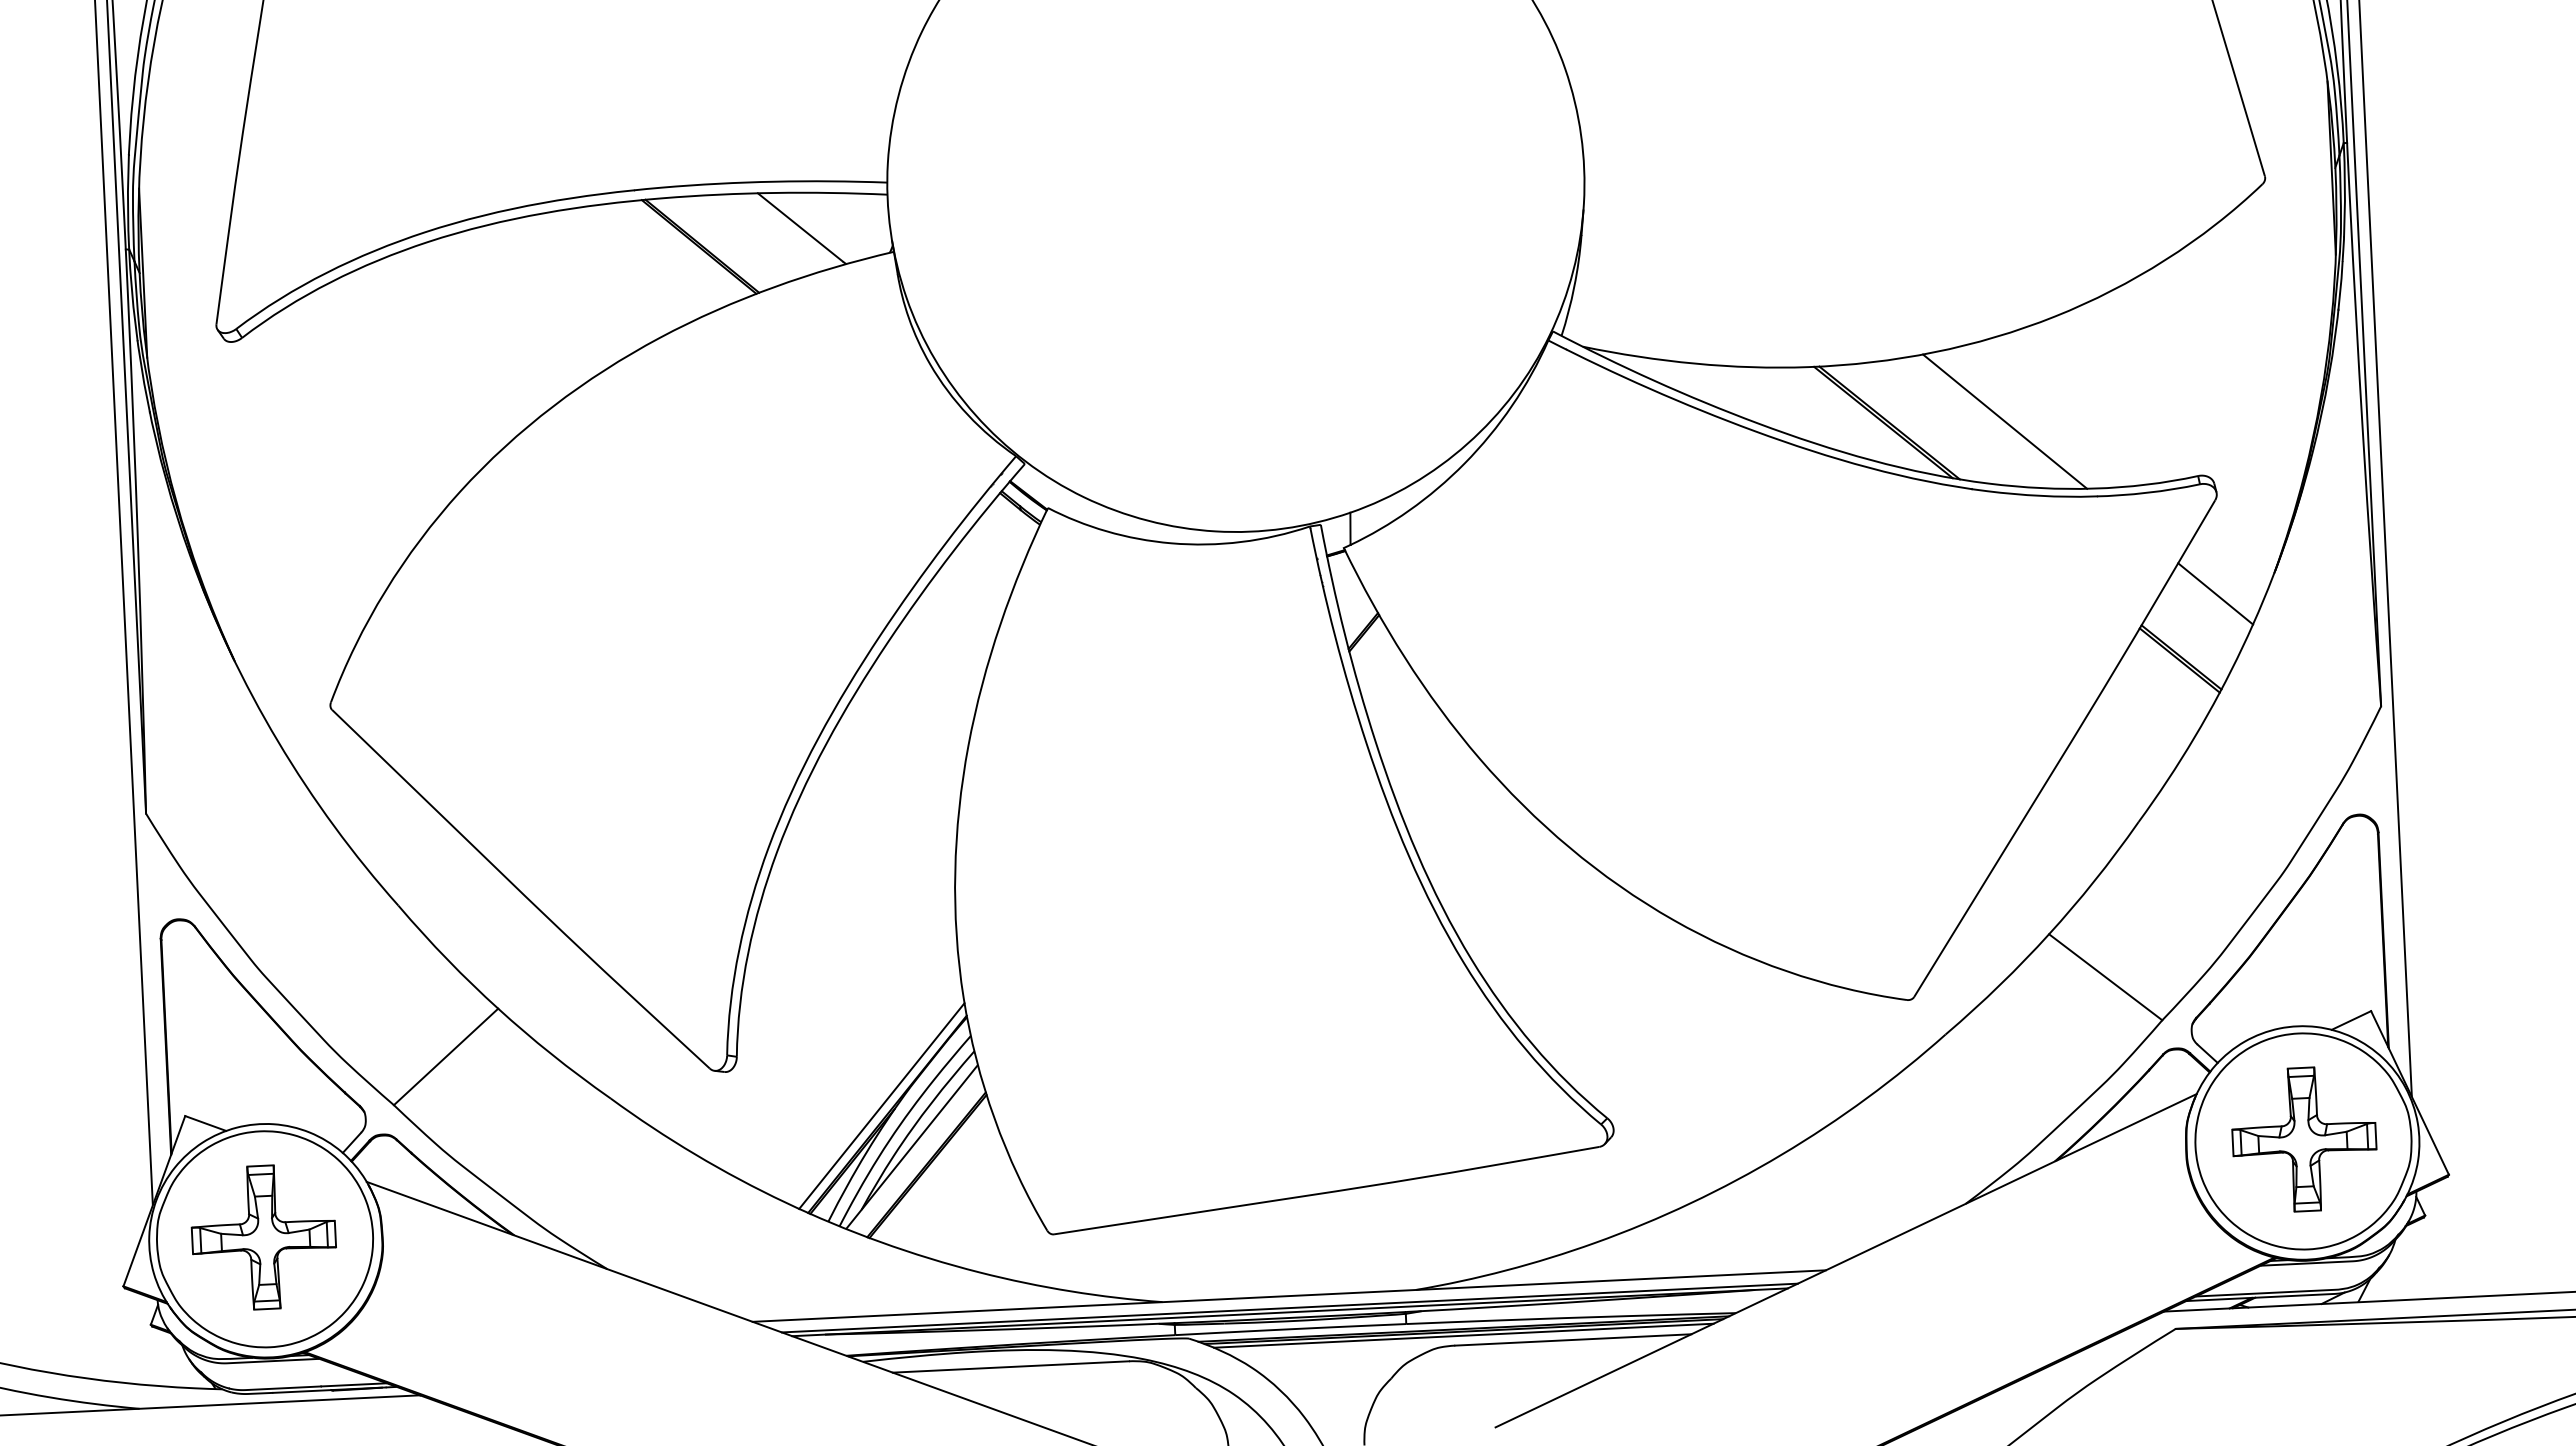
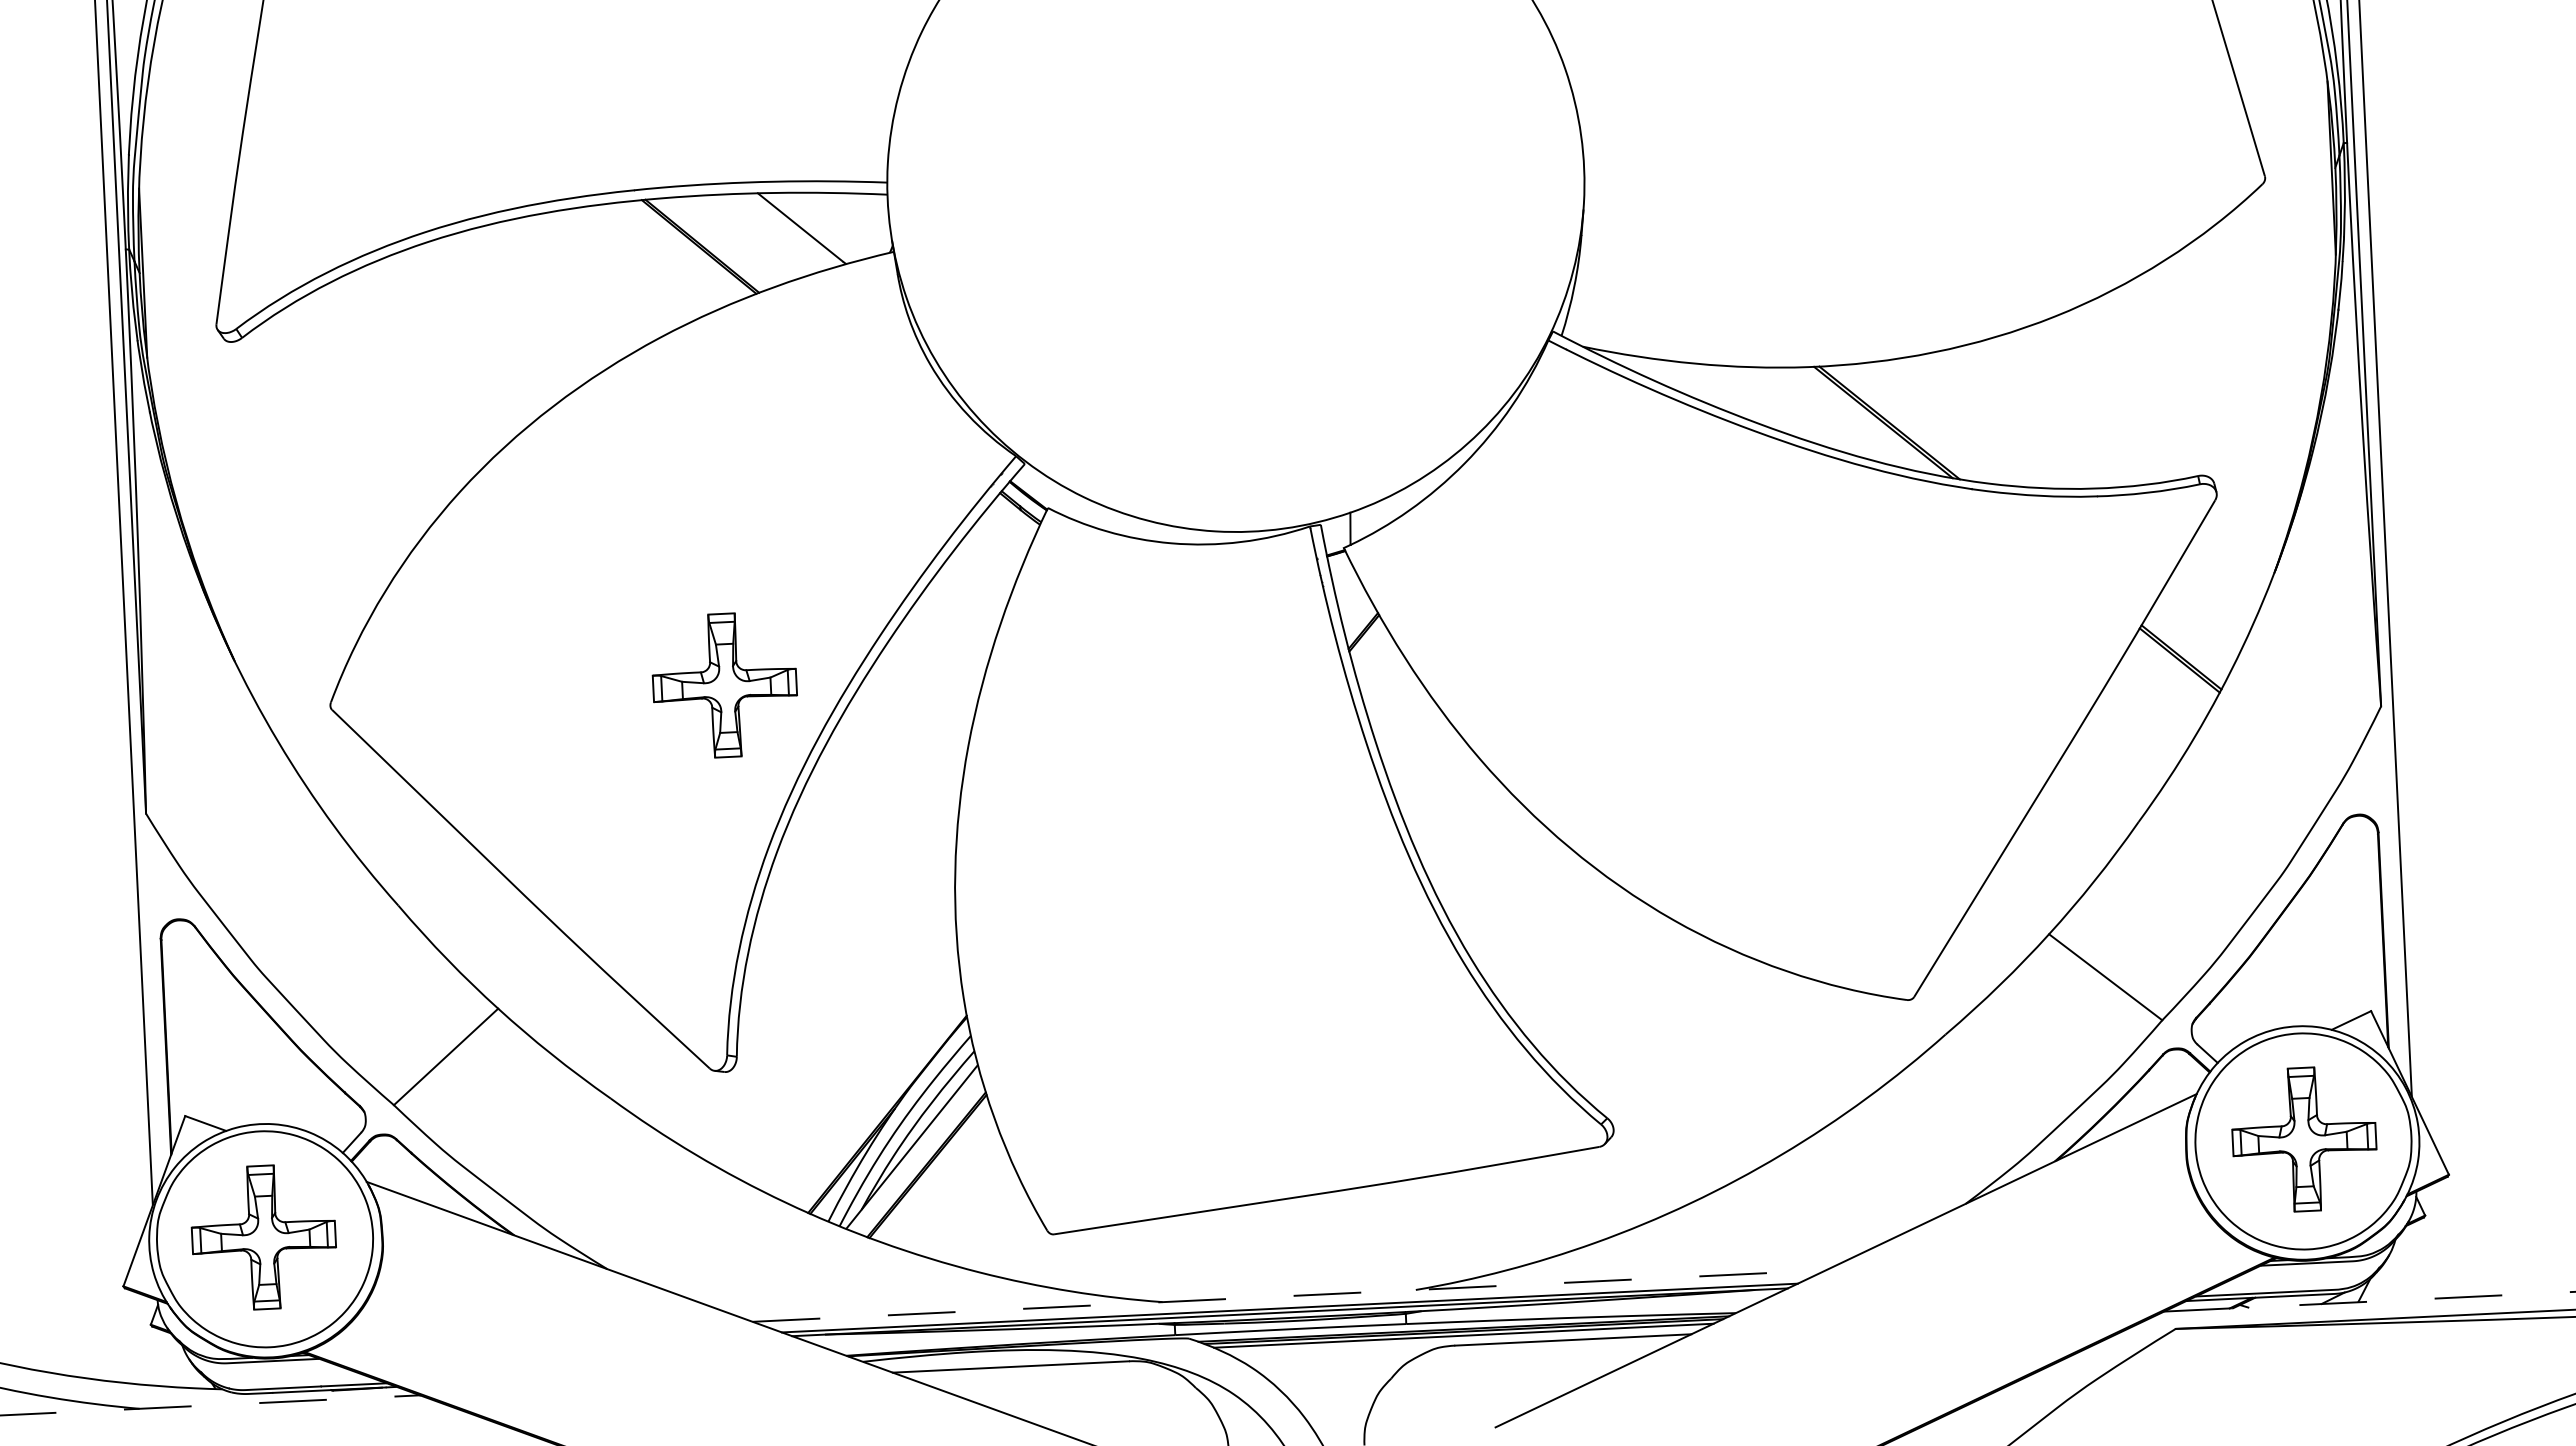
line at (2005, 421): present -> none
line at (2215, 593): present -> none
part at (724, 685): none -> present
line at (881, 1105): present -> none
line at (1289, 1296): solid -> dashed
line at (2369, 1301): solid -> dashed
line at (210, 1405): solid -> dashed
